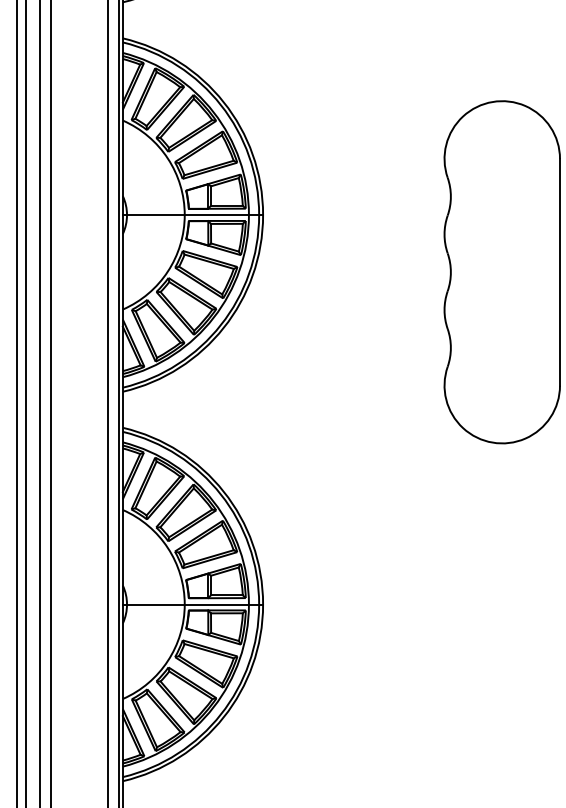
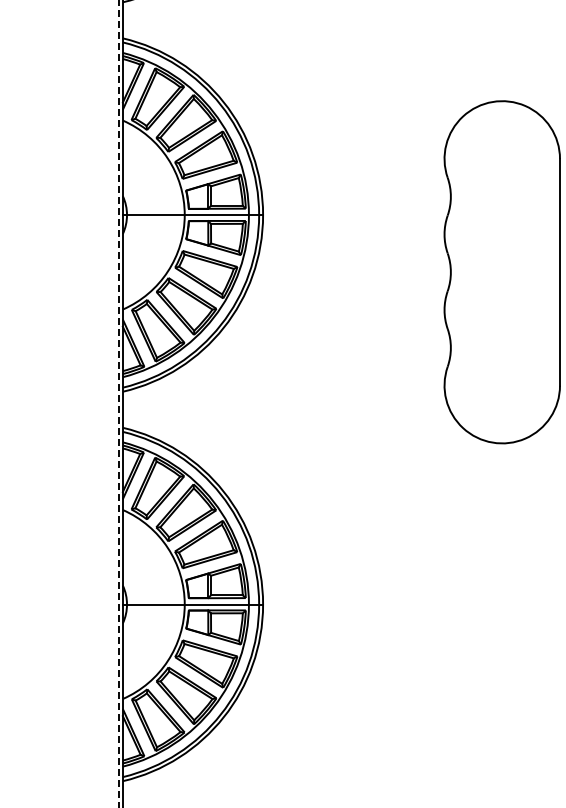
line at (16, 403): present -> none
line at (25, 403): present -> none
line at (40, 403): present -> none
line at (50, 403): present -> none
line at (108, 403): present -> none
line at (118, 404): solid -> dashed
